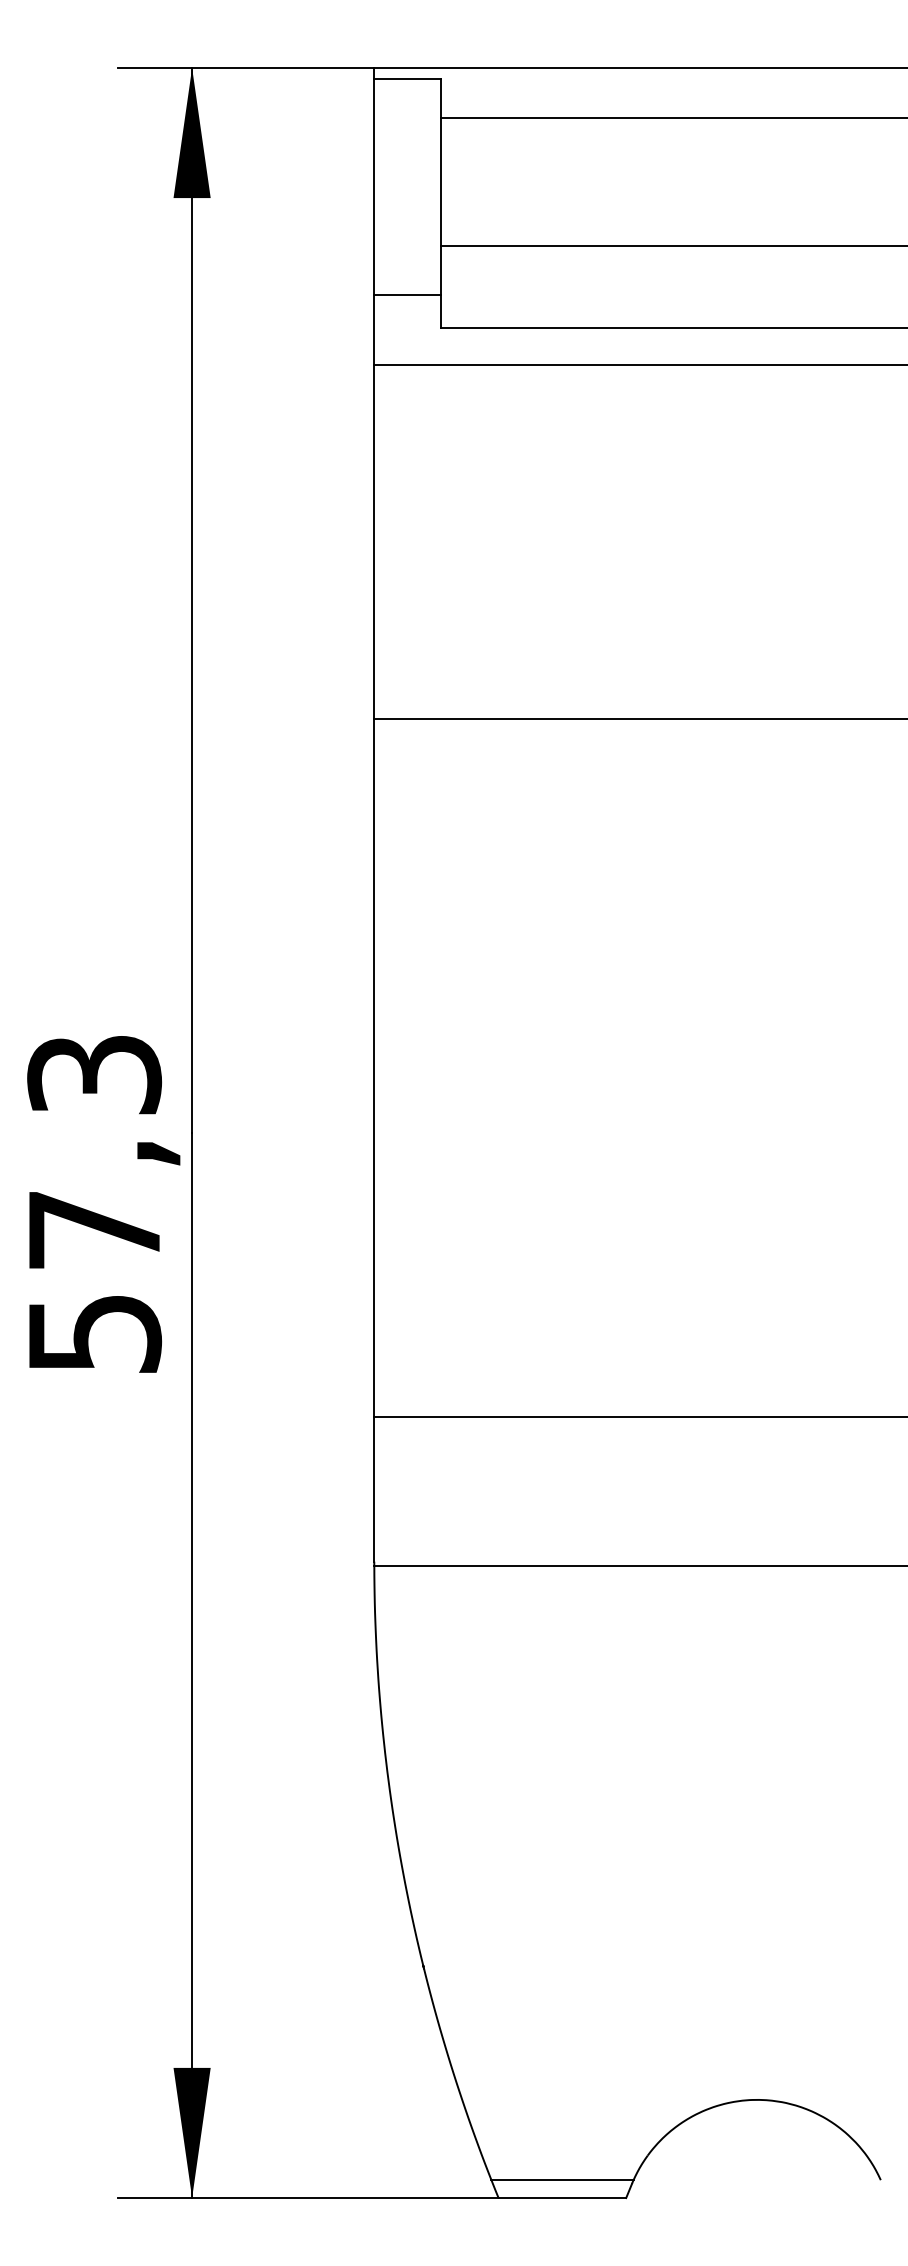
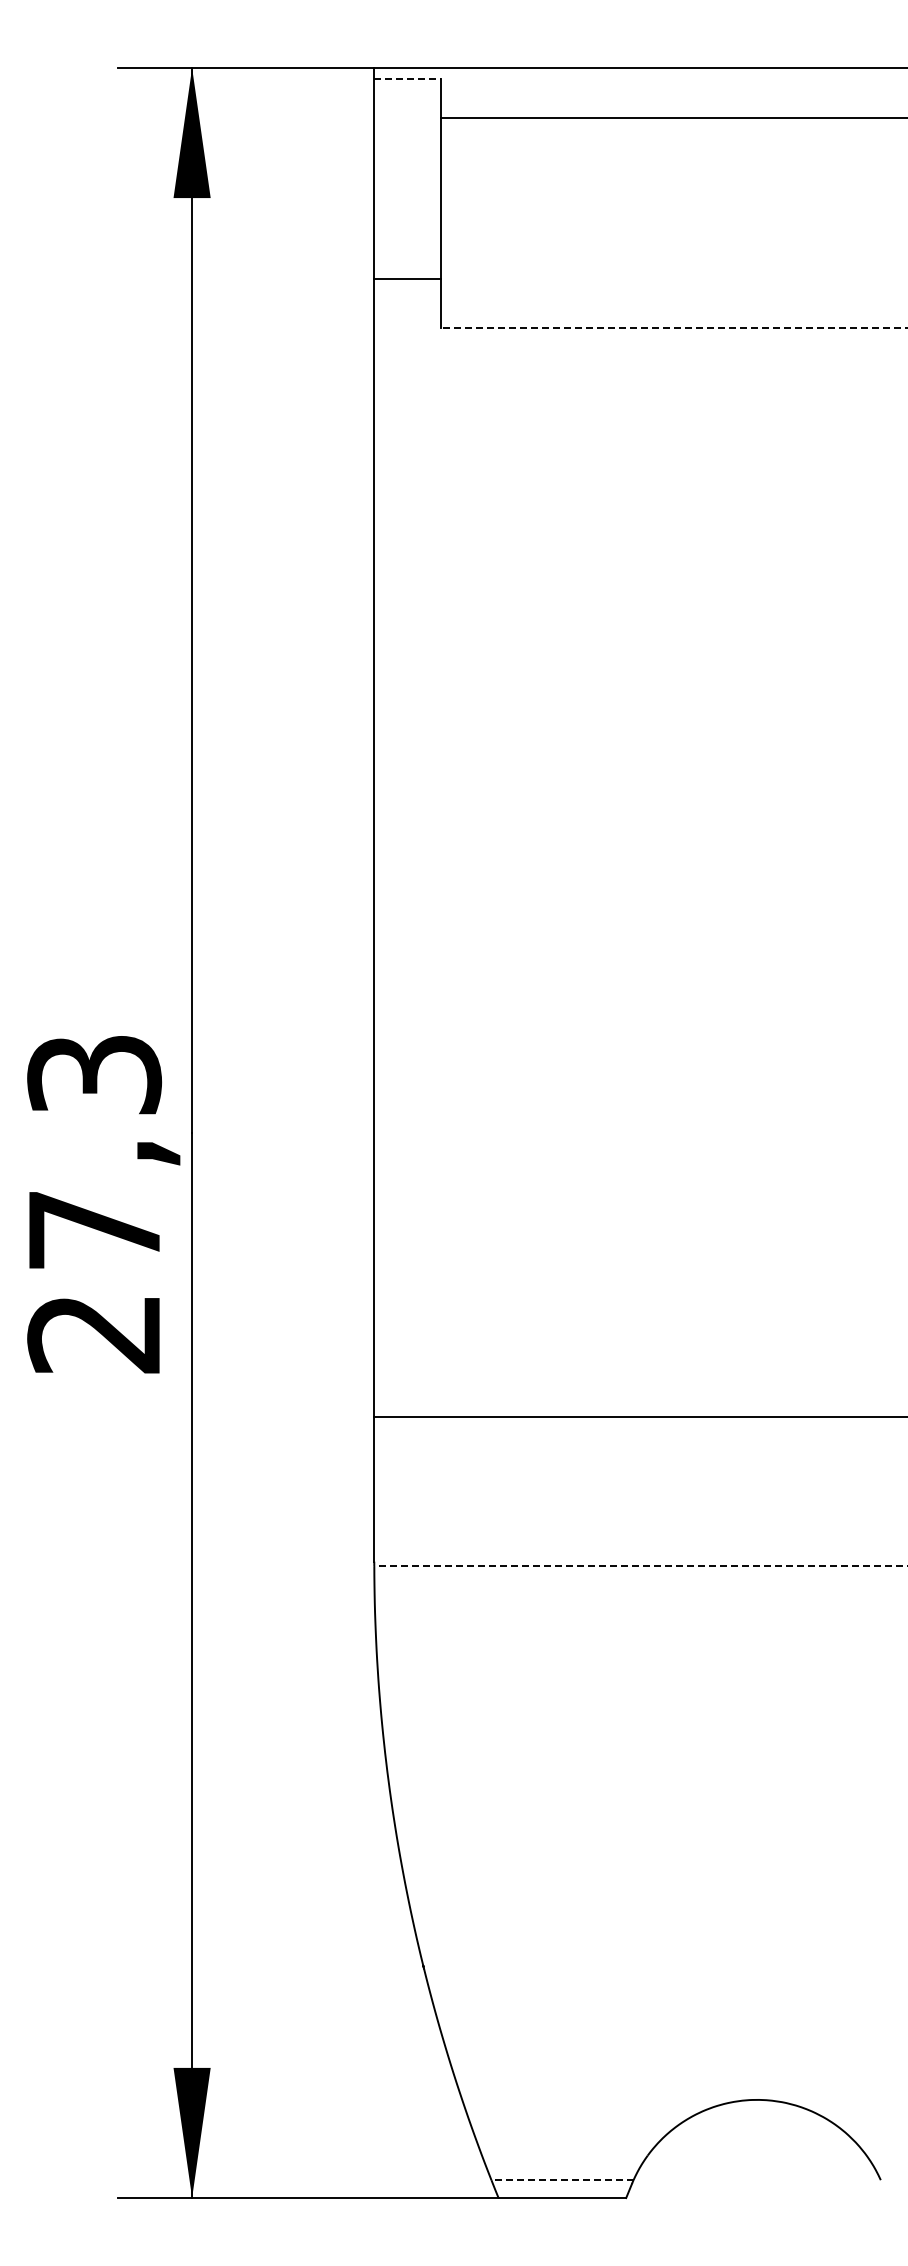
line at (408, 79): solid -> dashed
line at (672, 246): present -> none
line at (407, 295) position: (407, 295) -> (407, 279)
line at (674, 328): solid -> dashed
line at (639, 365): present -> none
line at (639, 718): present -> none
text at (94, 1334): 57,3 -> 27,3
line at (640, 1566): solid -> dashed
line at (562, 2180): solid -> dashed
